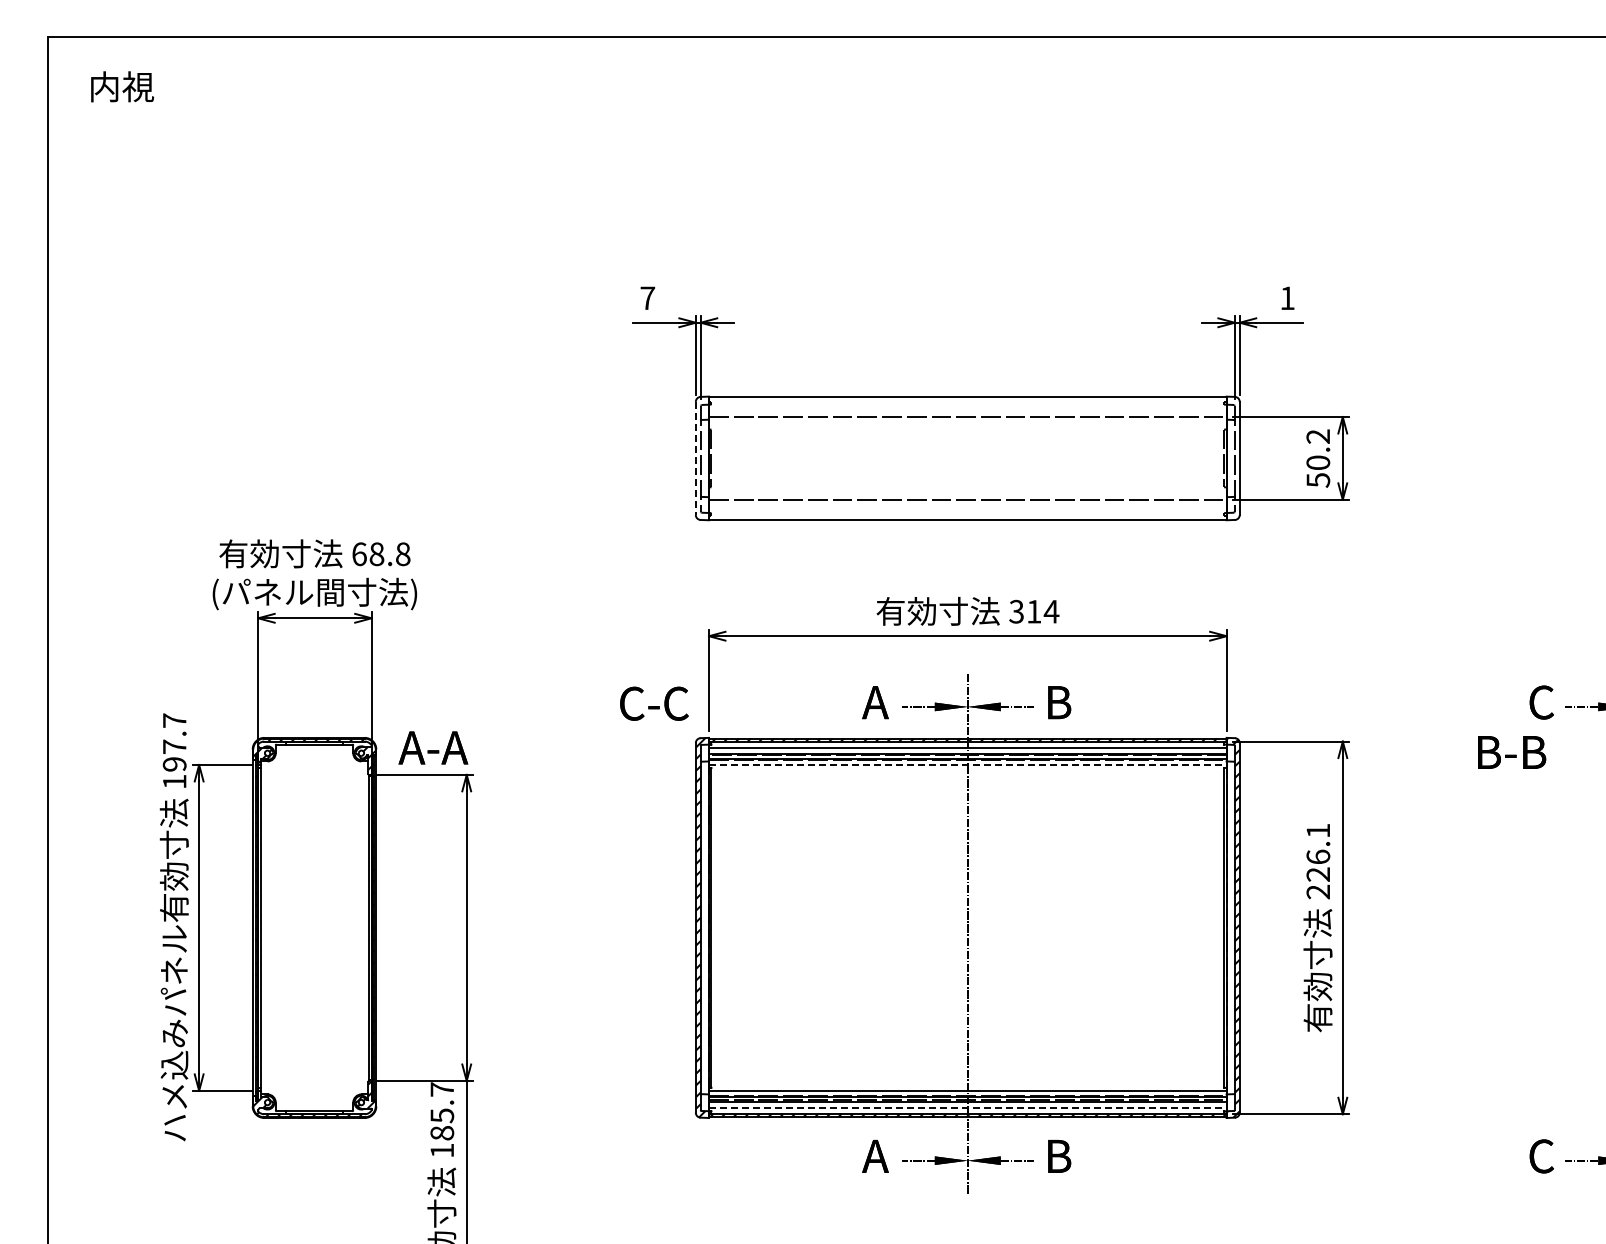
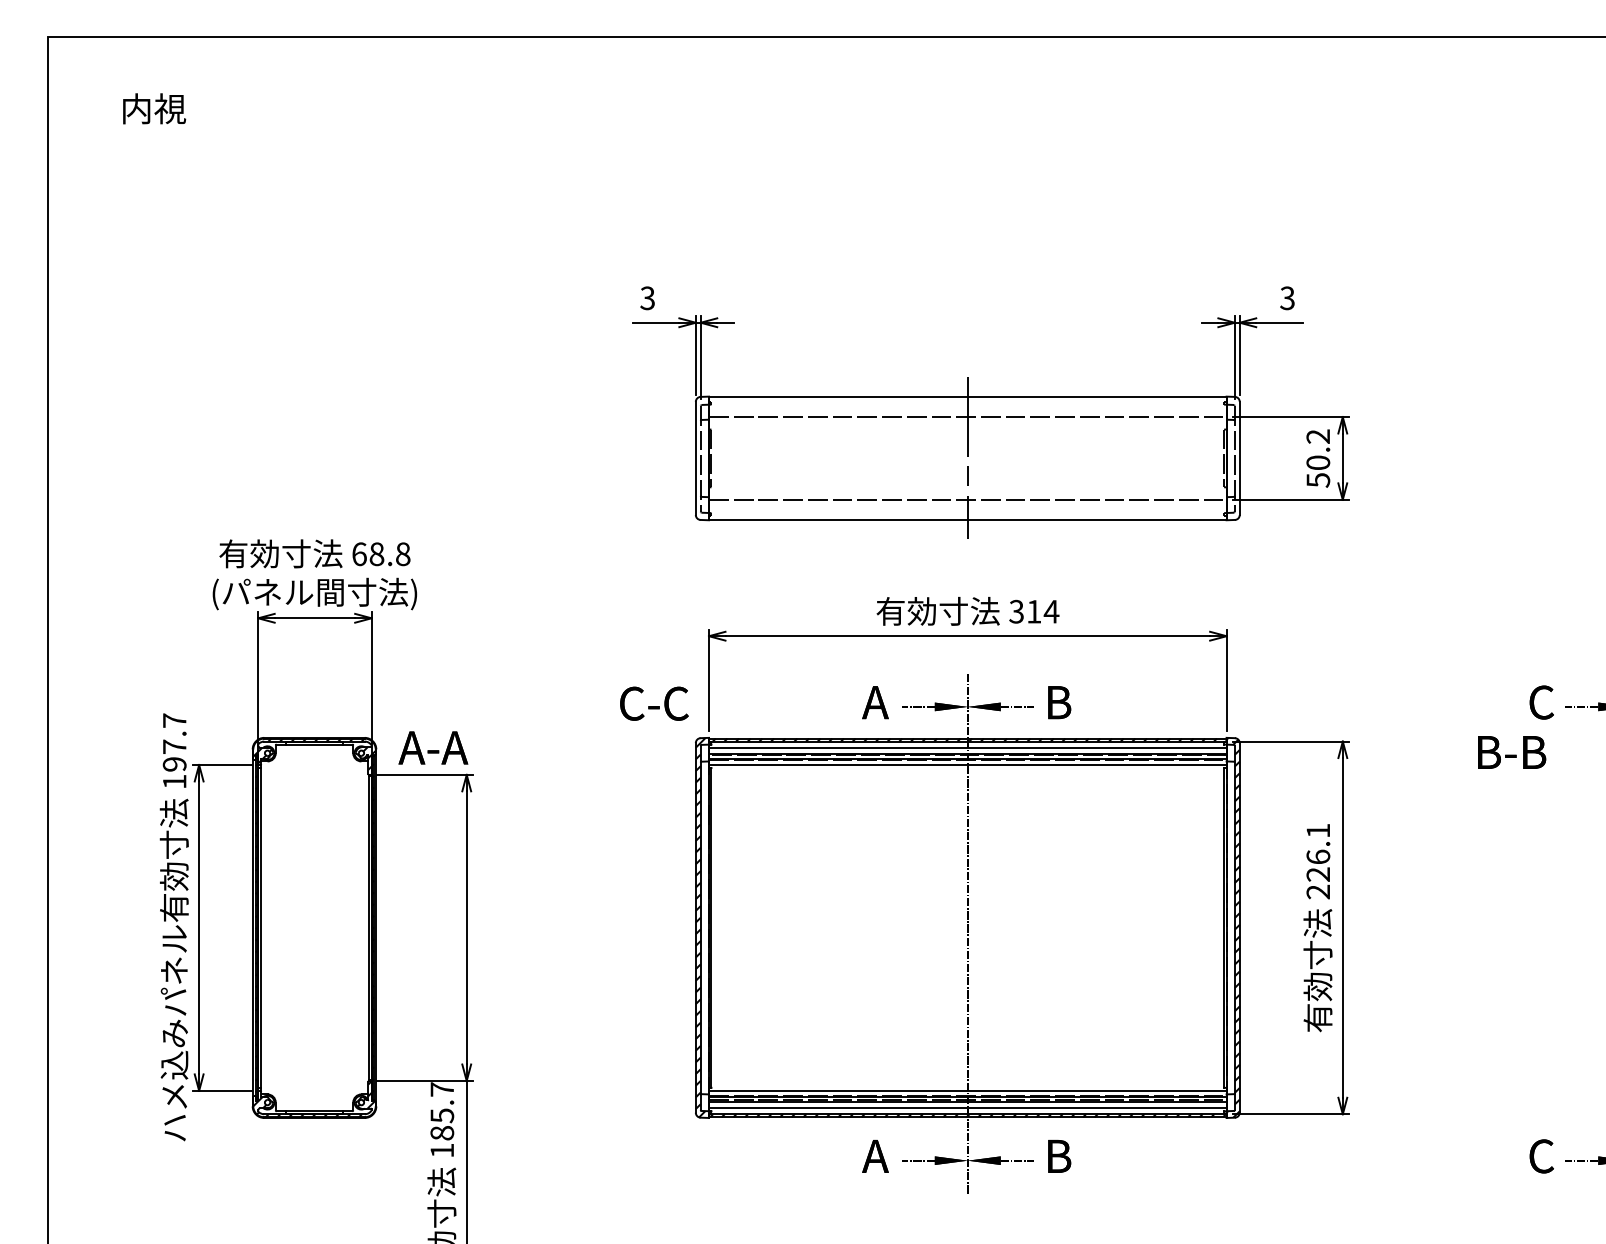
text at (122, 86) position: (122, 86) -> (154, 108)
text at (647, 298): 7 -> 3
text at (1287, 298): 1 -> 3
line at (695, 458): dashed -> solid
line at (967, 458): none -> present
line at (967, 764): dashed -> solid
line at (967, 1108): dashed -> solid
